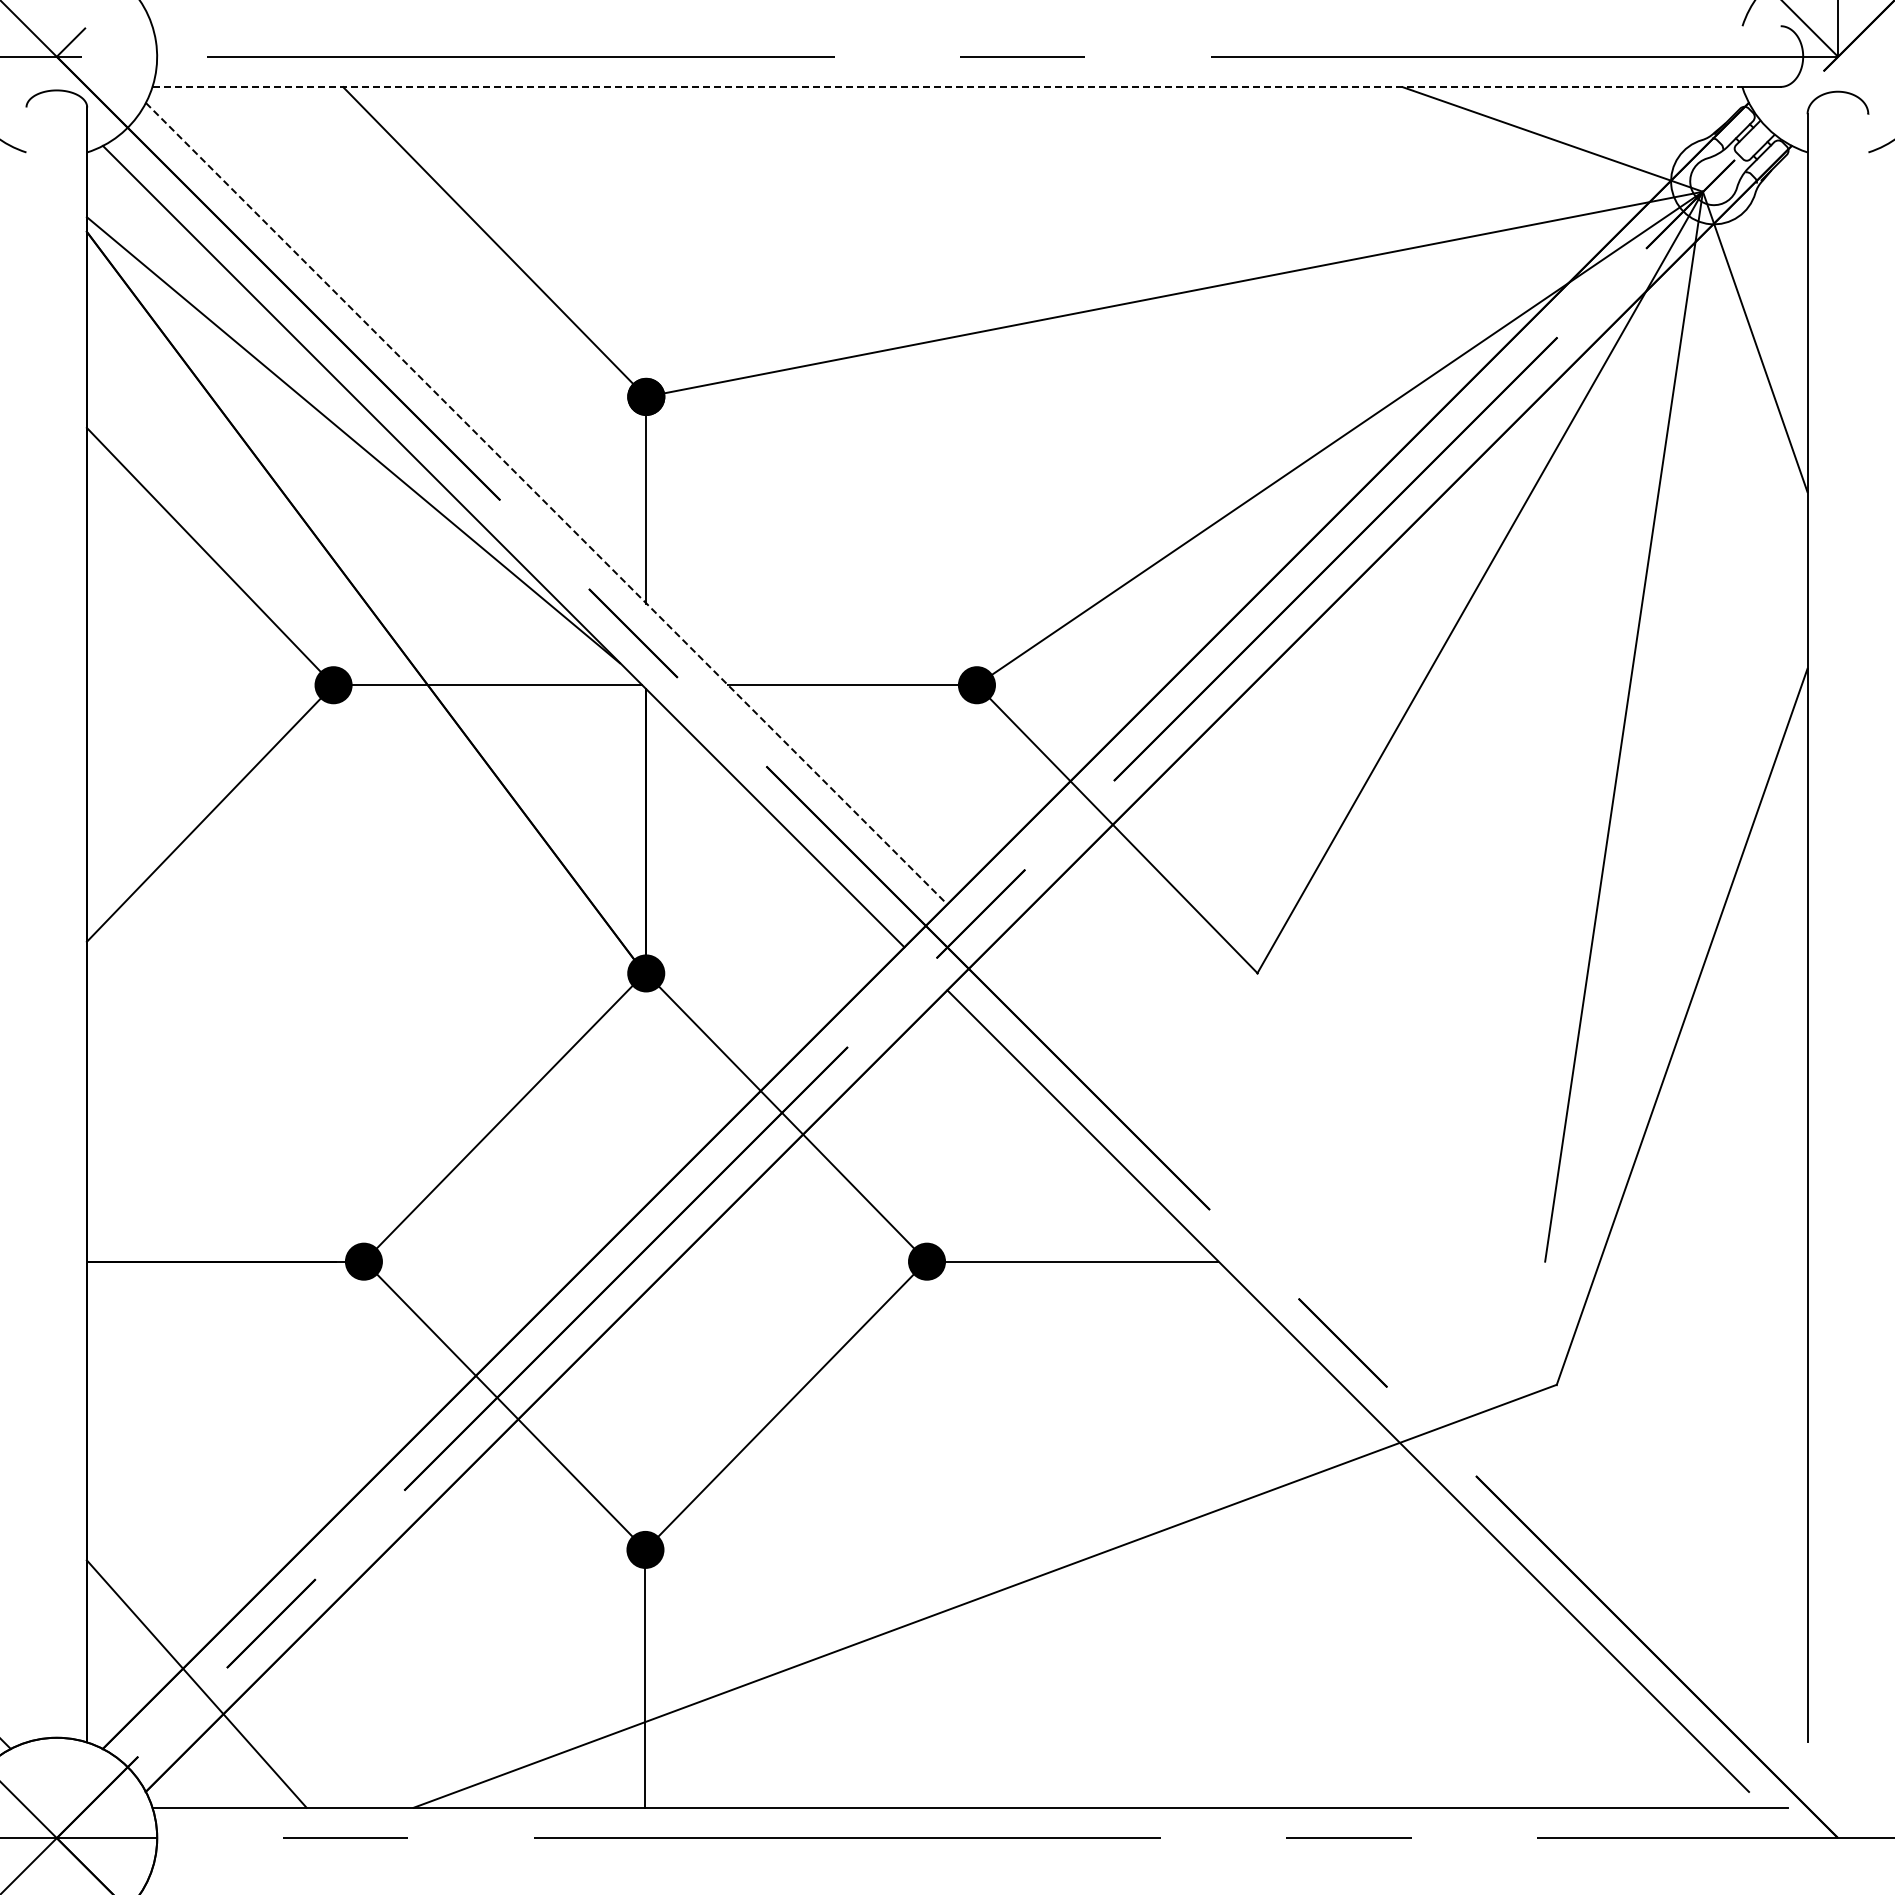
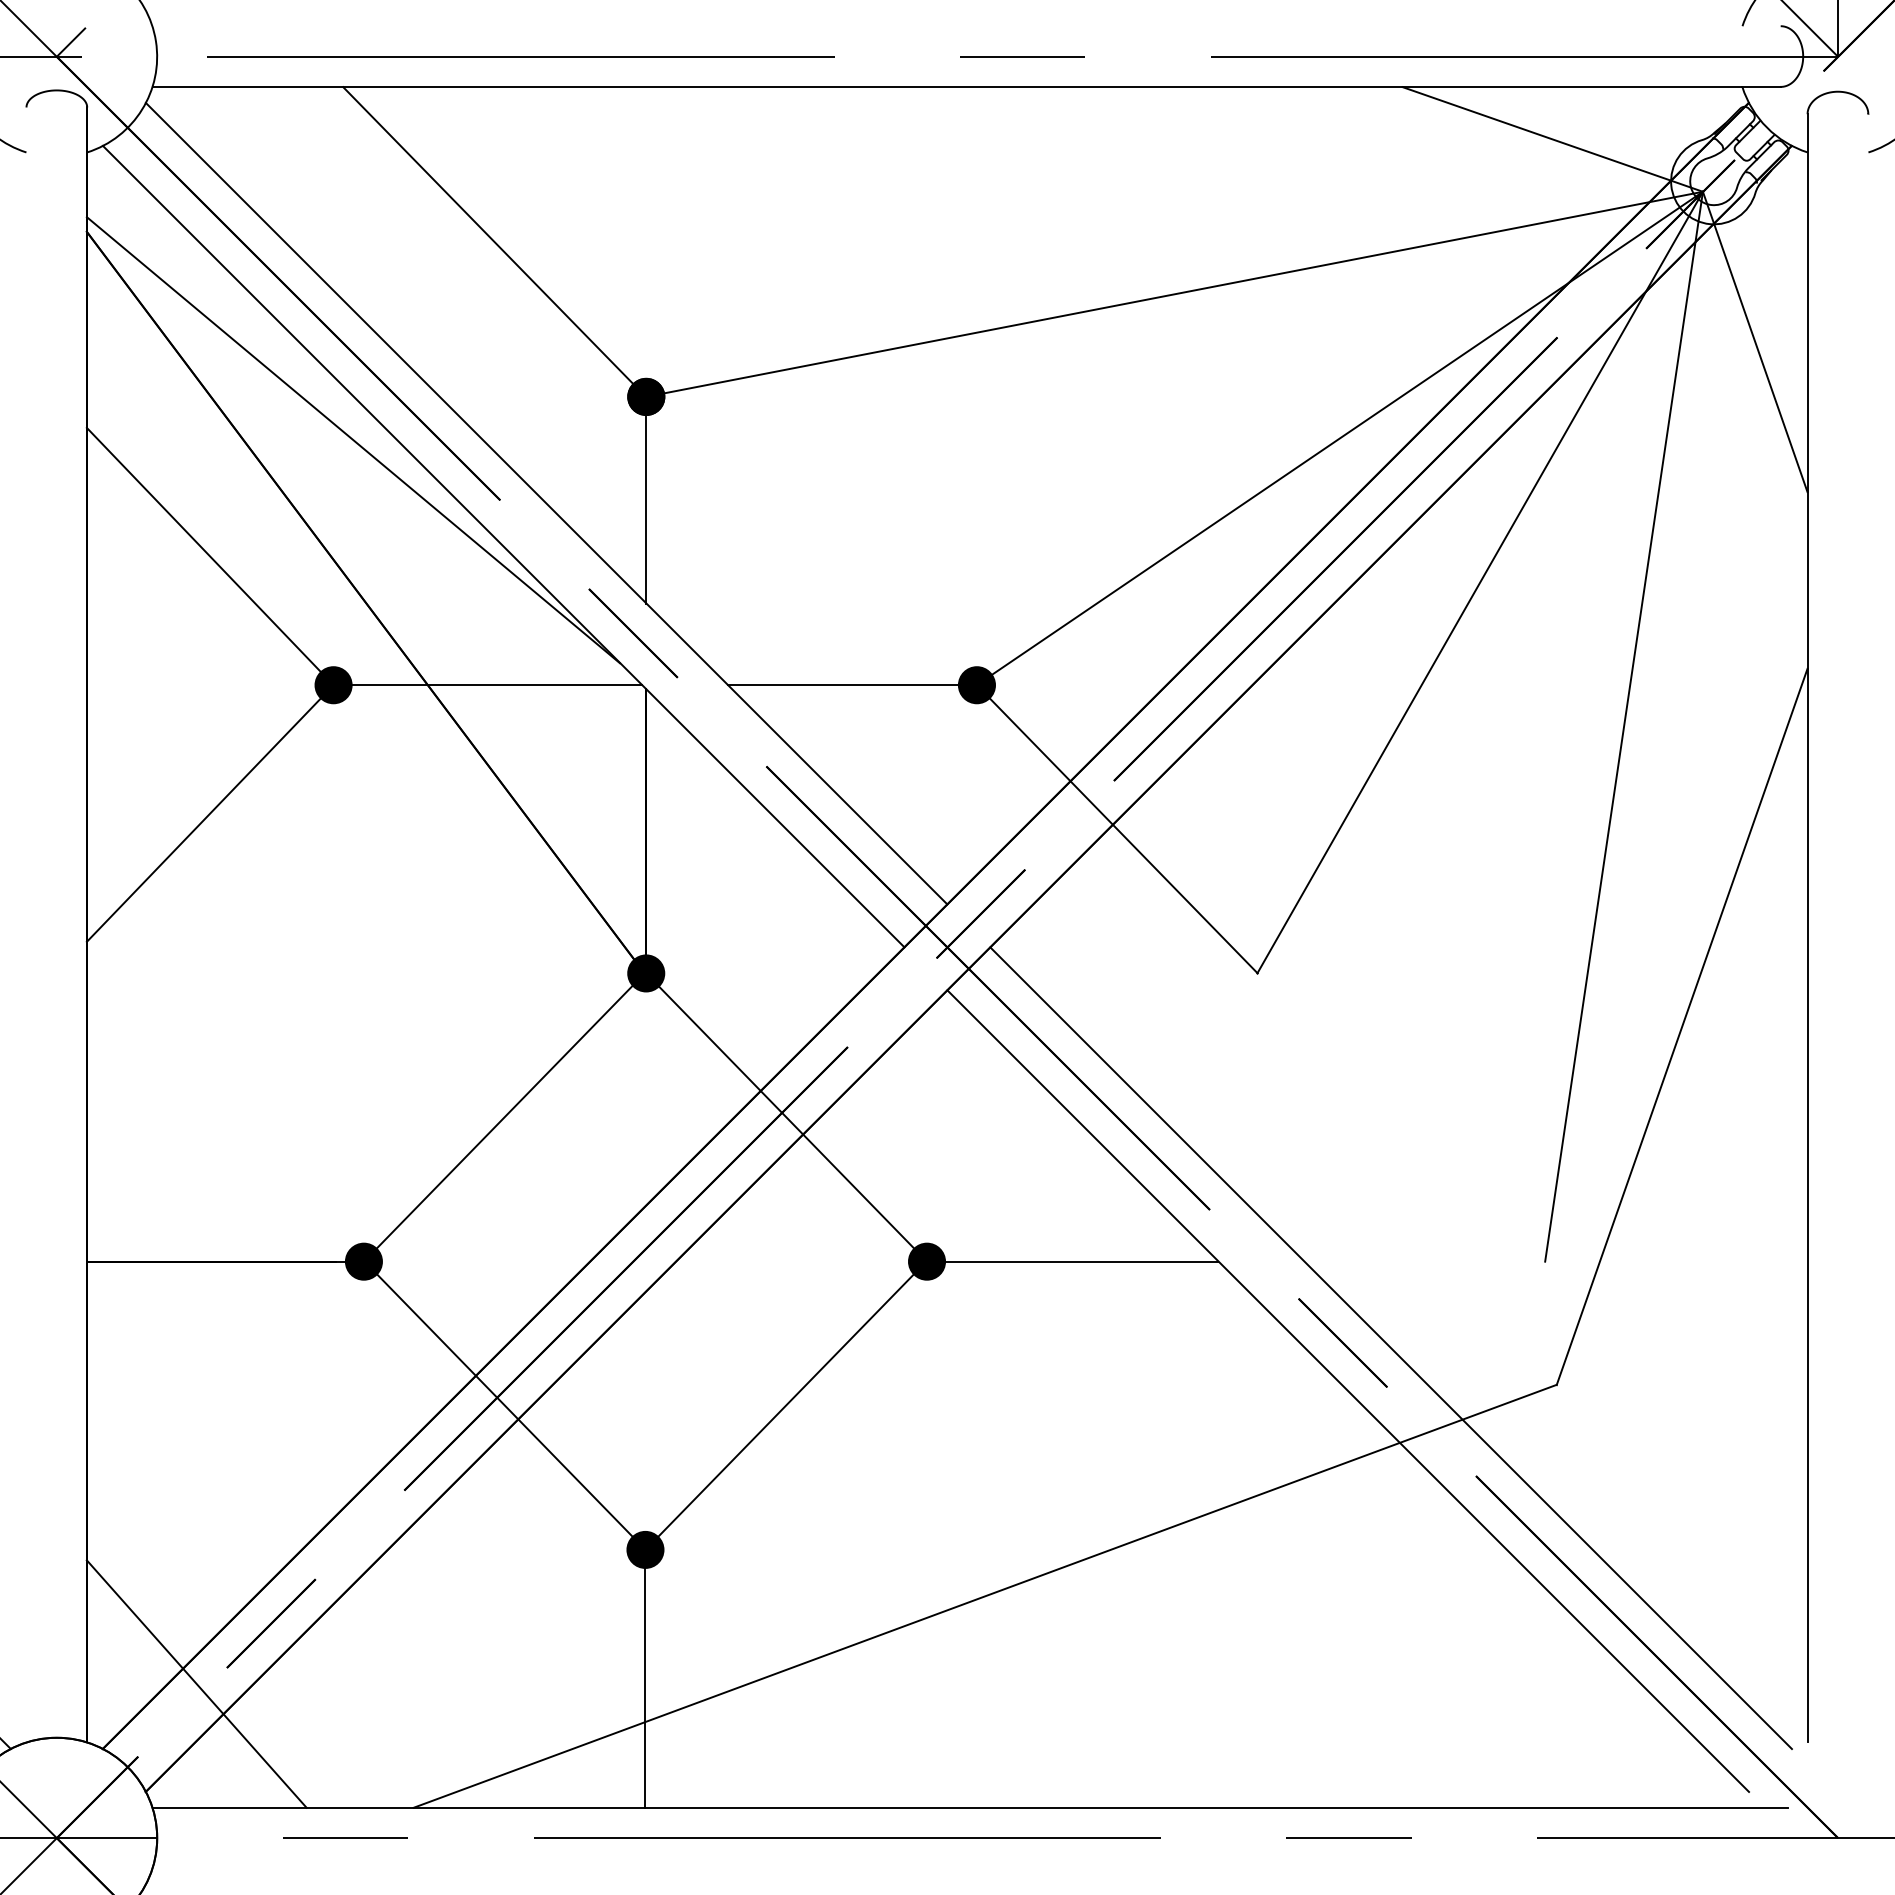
line at (947, 87): dashed -> solid
line at (546, 503): dashed -> solid
line at (1390, 1348): none -> present
